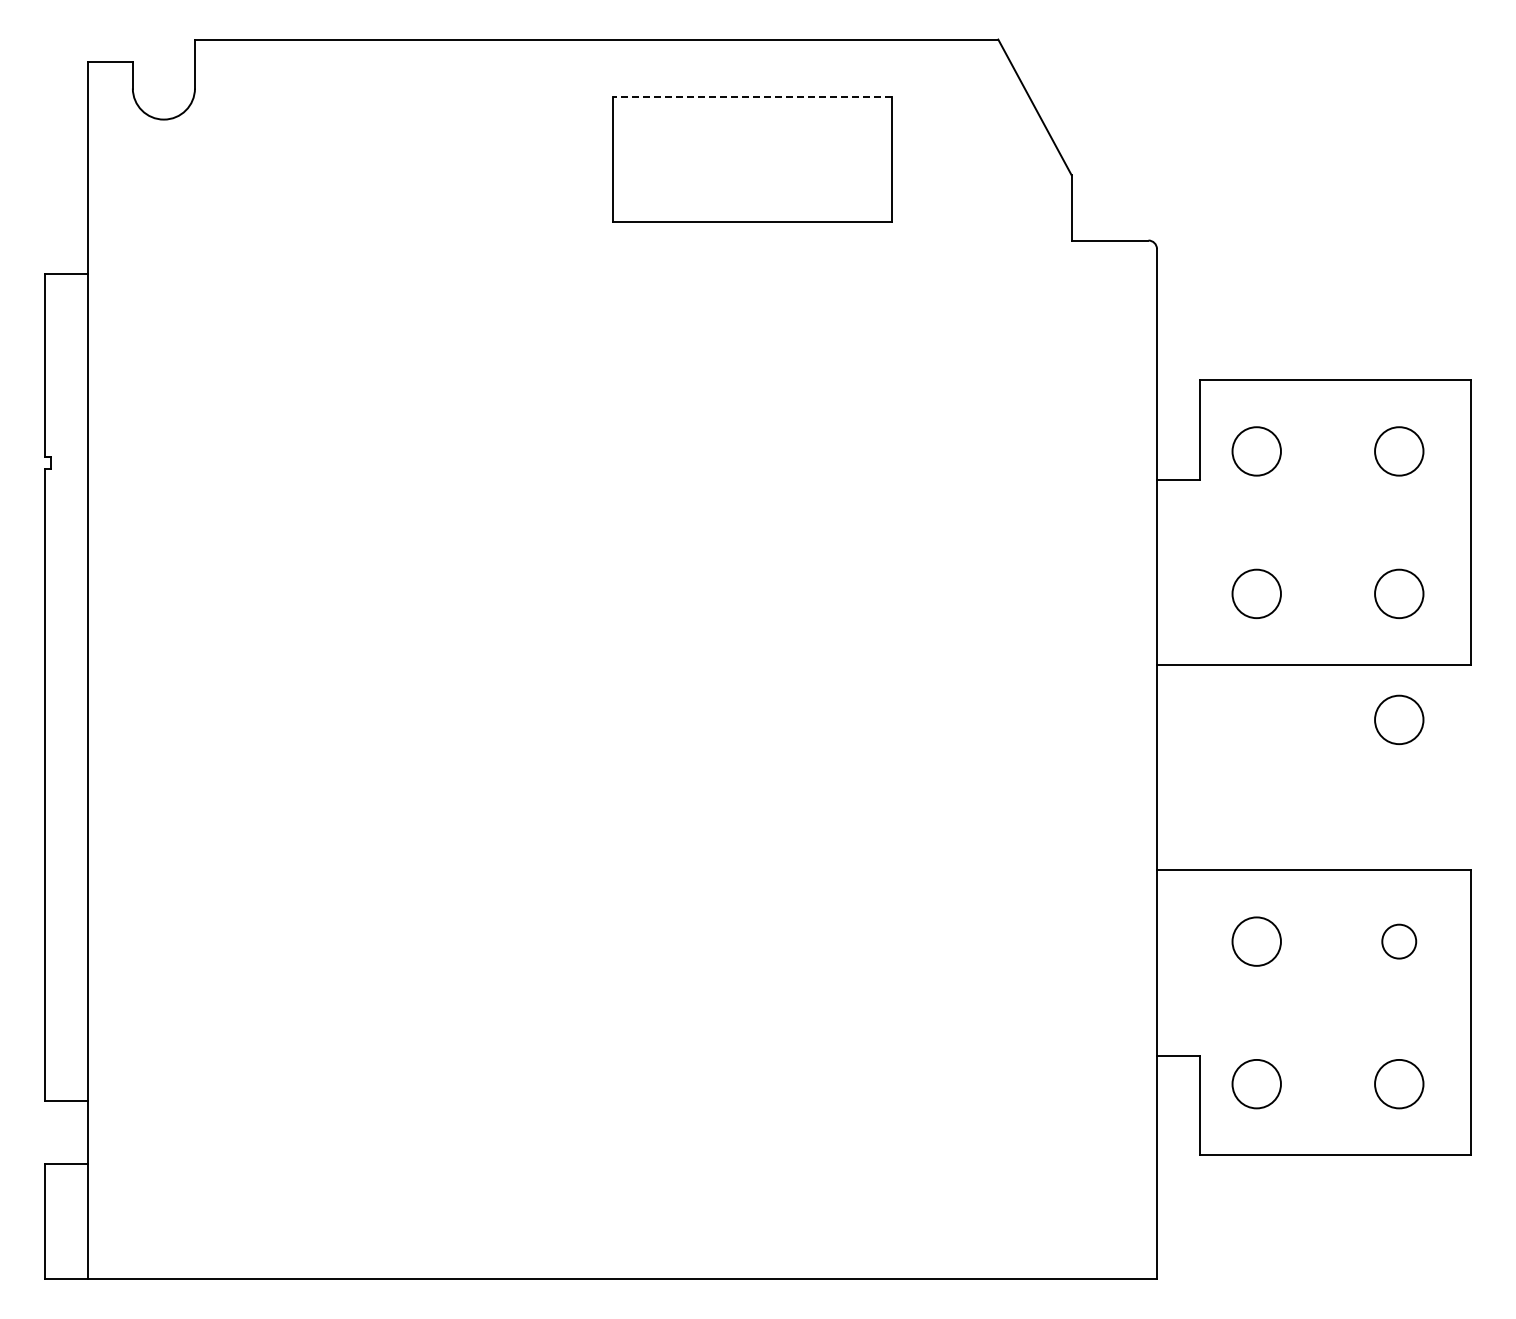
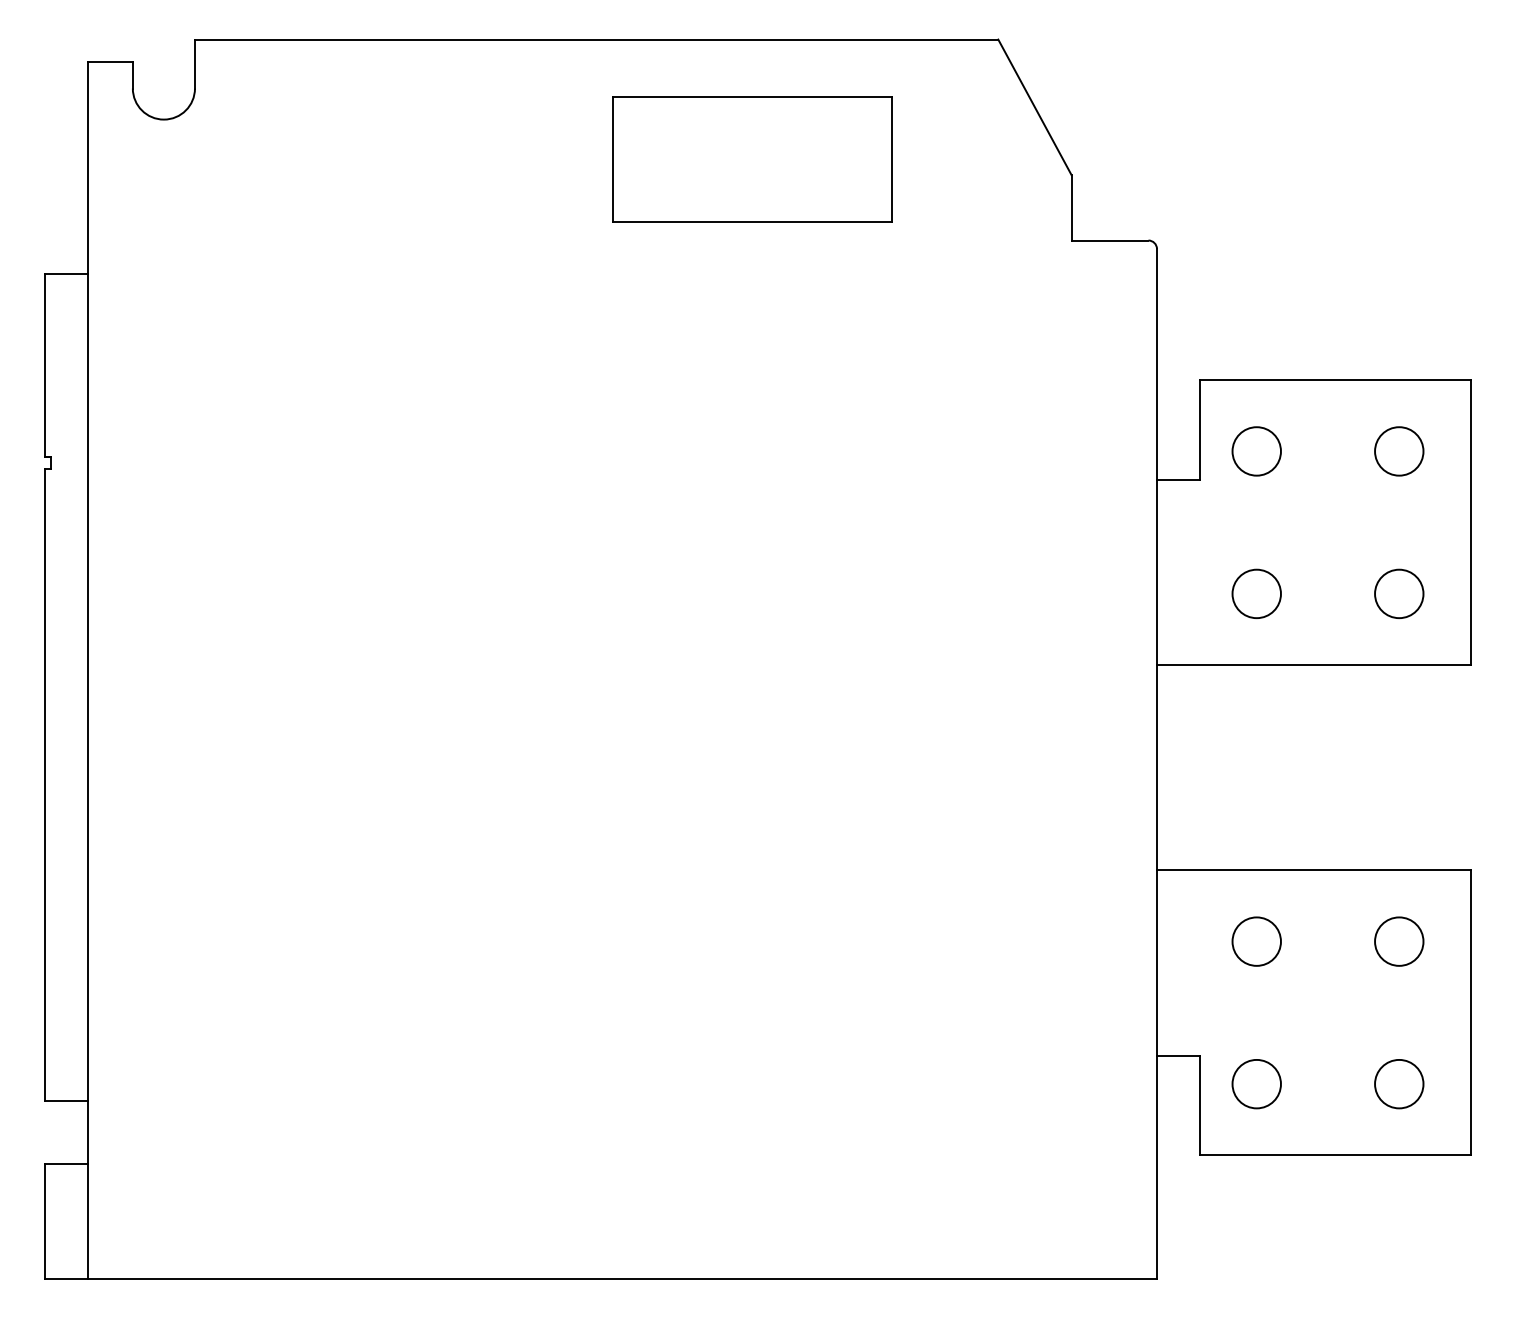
line at (752, 96): dashed -> solid
circle at (1399, 719): present -> none
circle at (1399, 941) diameter: 34 px -> 48 px
